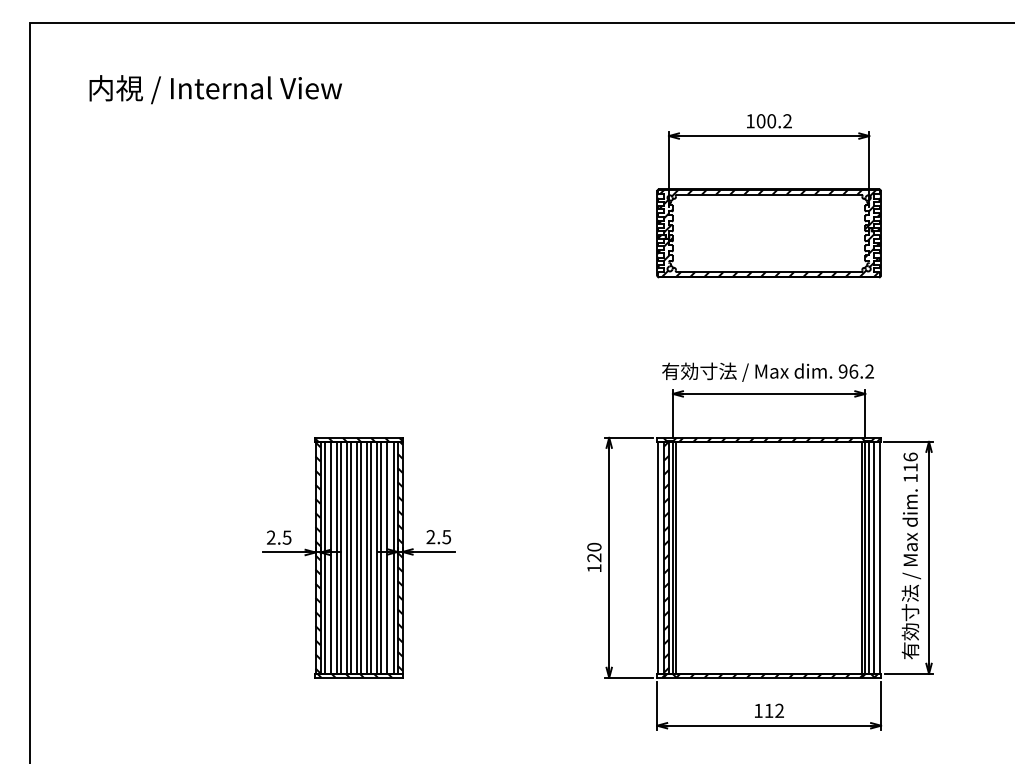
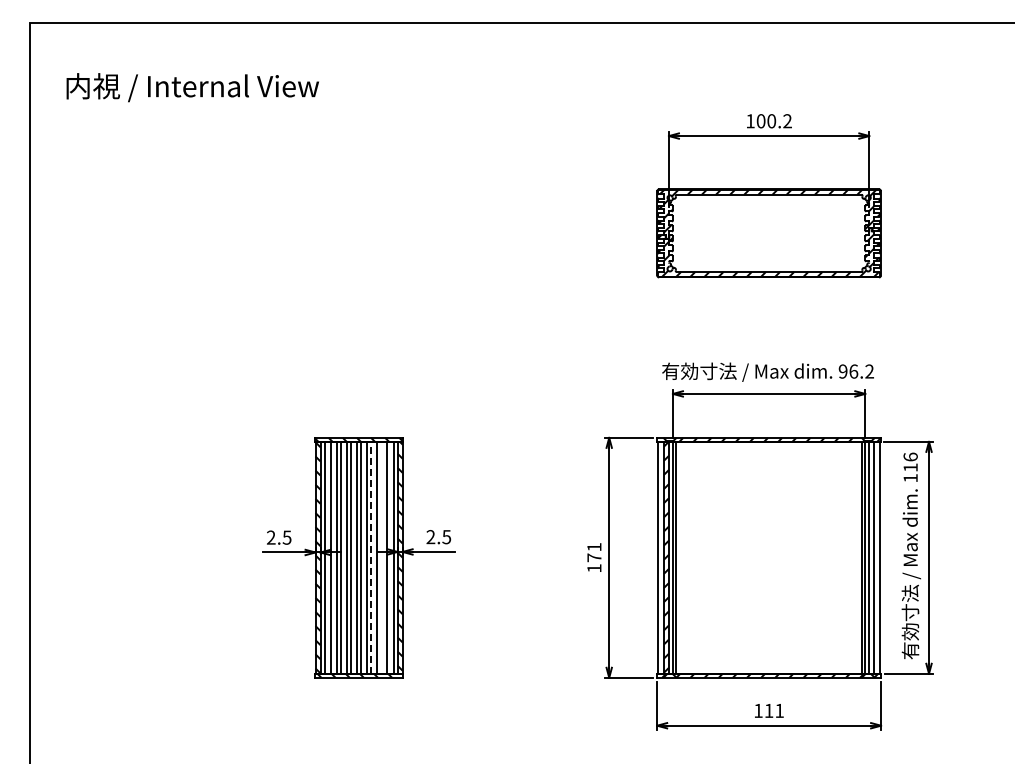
text at (215, 89) position: (215, 89) -> (192, 87)
text at (594, 552): 120 -> 171
line at (371, 557): solid -> dashed
line at (381, 557): present -> none
text at (779, 710): 112 -> 111
